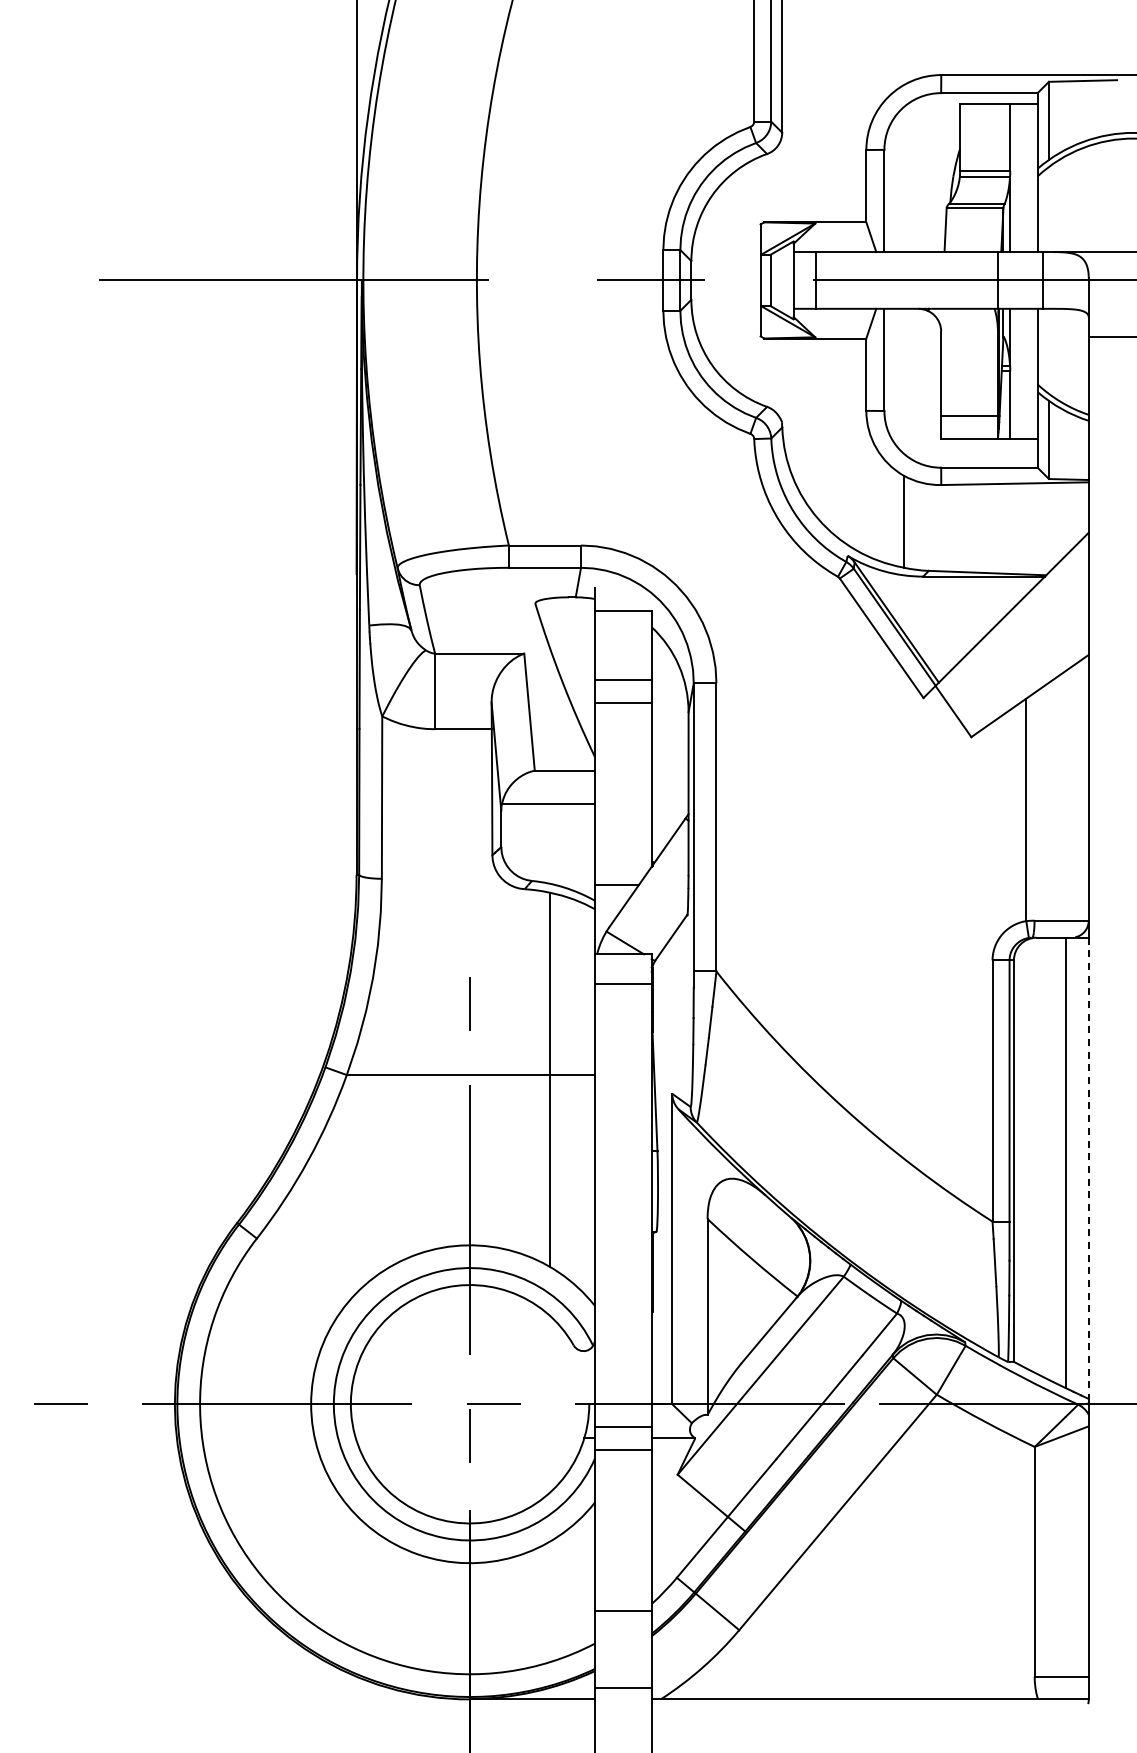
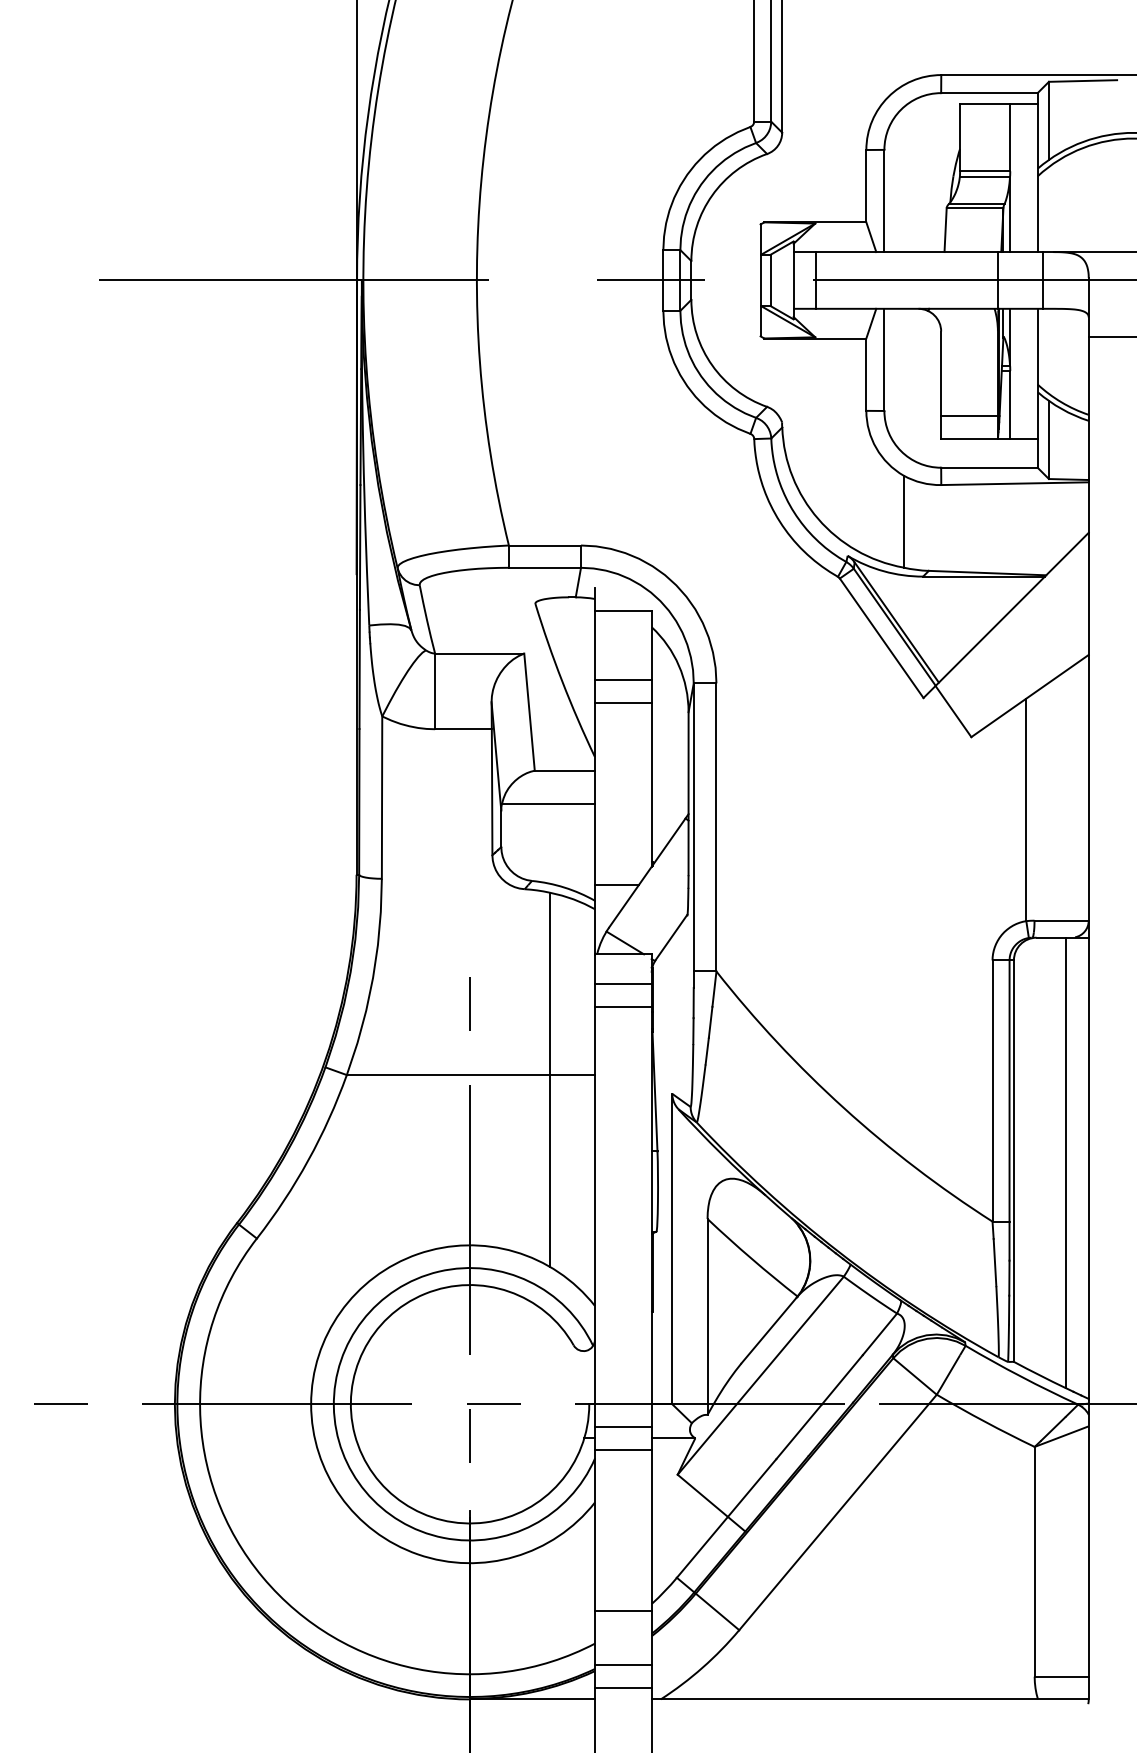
line at (622, 1006): none -> present
line at (1088, 1169): dashed -> solid
line at (622, 1665): none -> present
